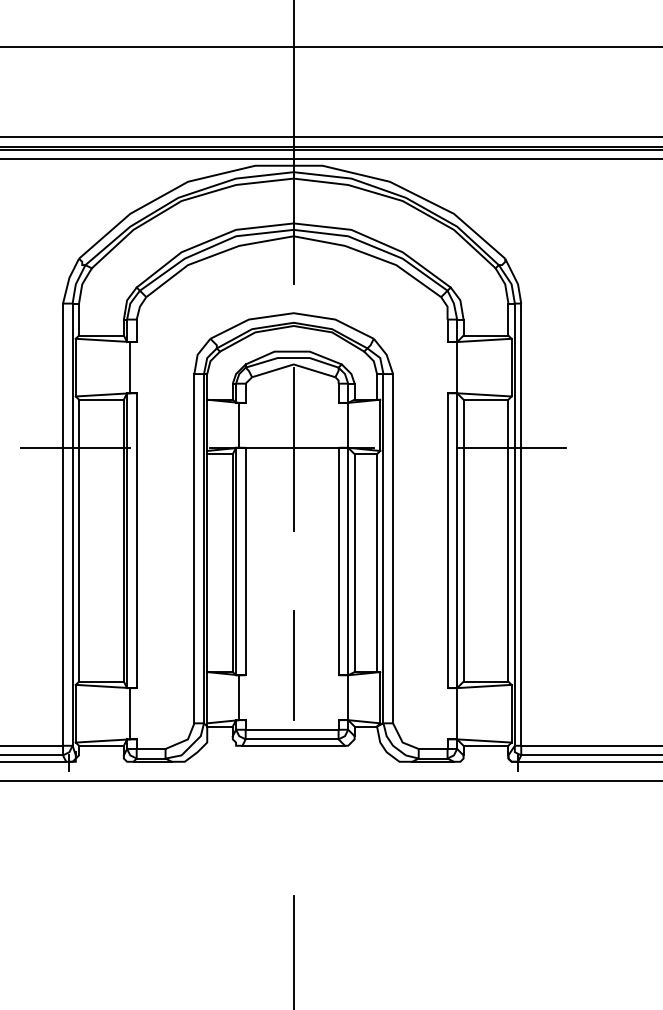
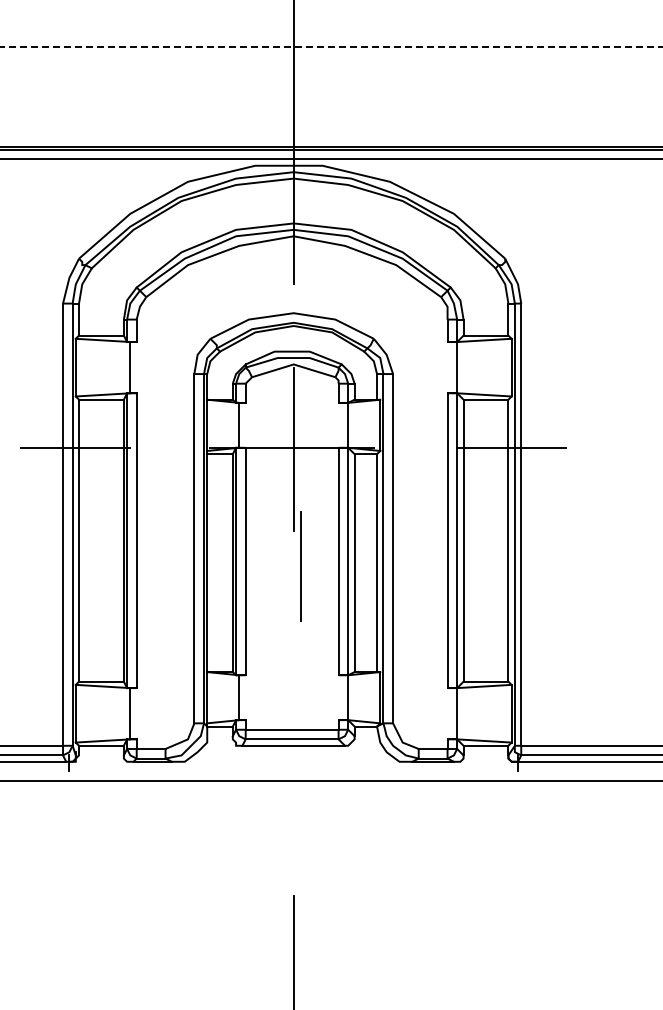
line at (331, 47): solid -> dashed
line at (330, 136): present -> none
line at (293, 665) position: (293, 665) -> (300, 566)
